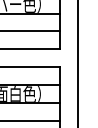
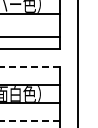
line at (31, 31) position: (31, 31) -> (31, 37)
line at (30, 67): solid -> dashed
line at (30, 121): solid -> dashed
